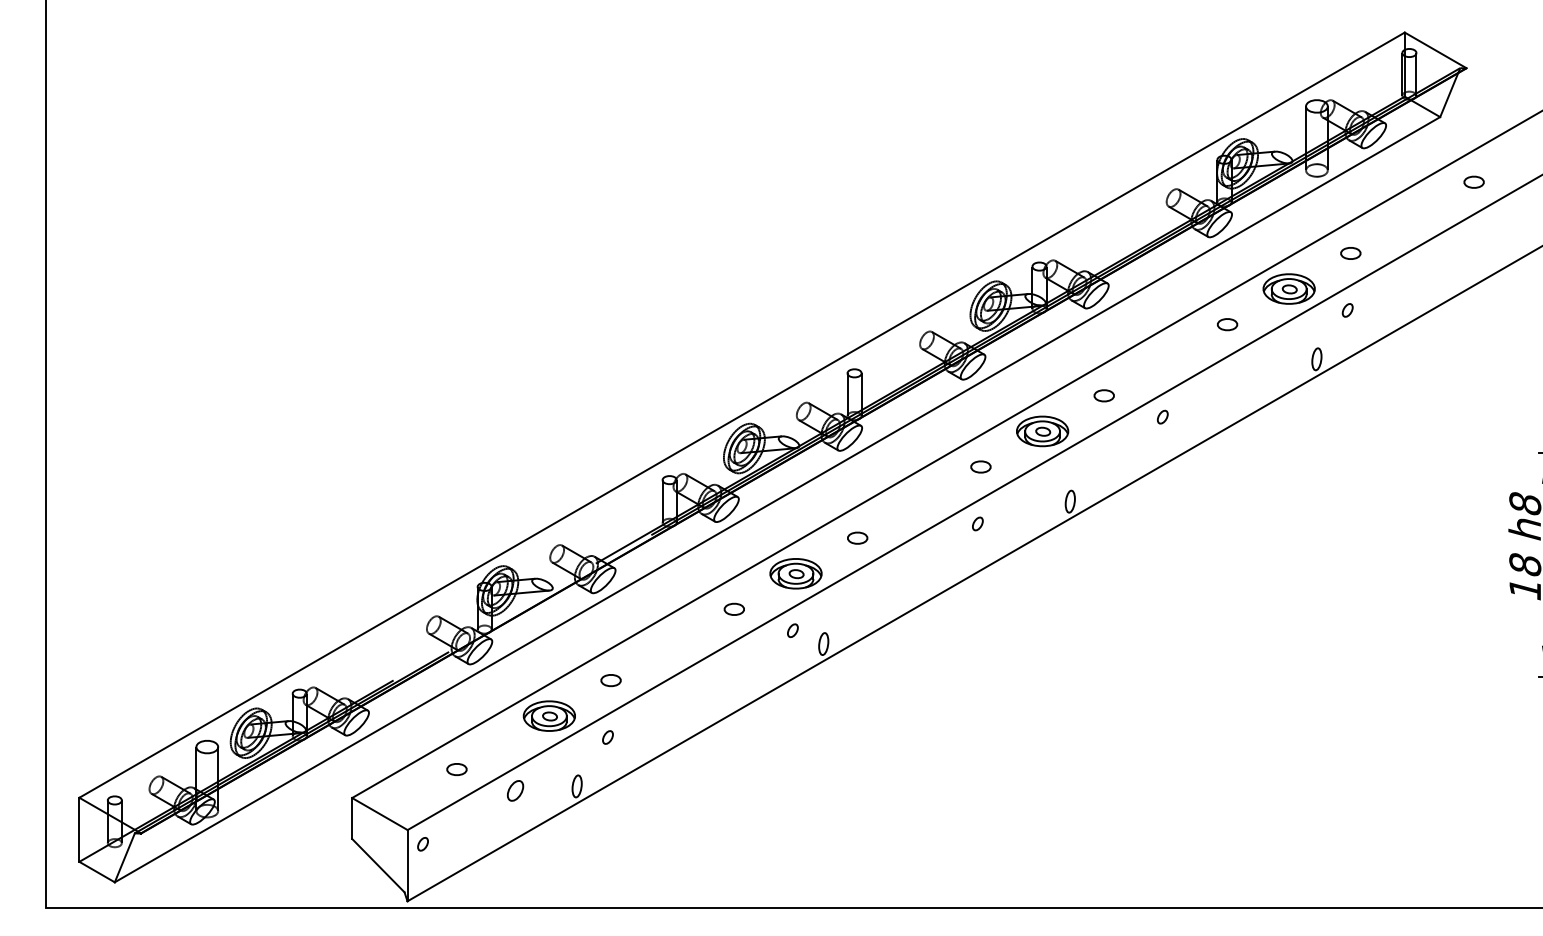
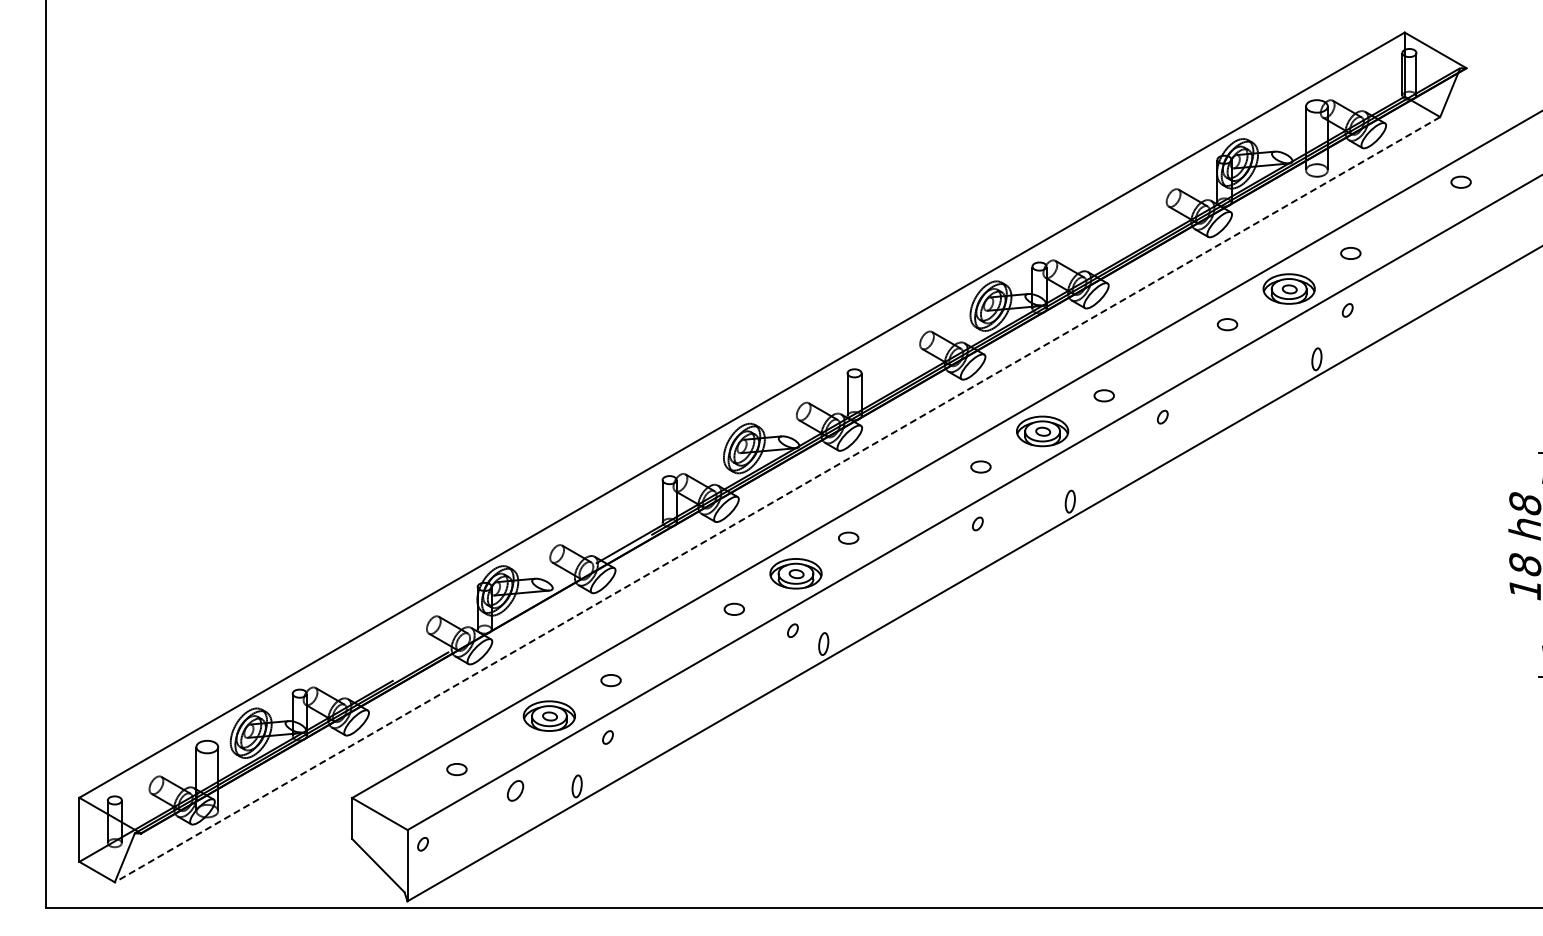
part at (1473, 181) position: (1473, 181) -> (1460, 181)
line at (777, 499): solid -> dashed
part at (857, 537) position: (857, 537) -> (848, 537)
